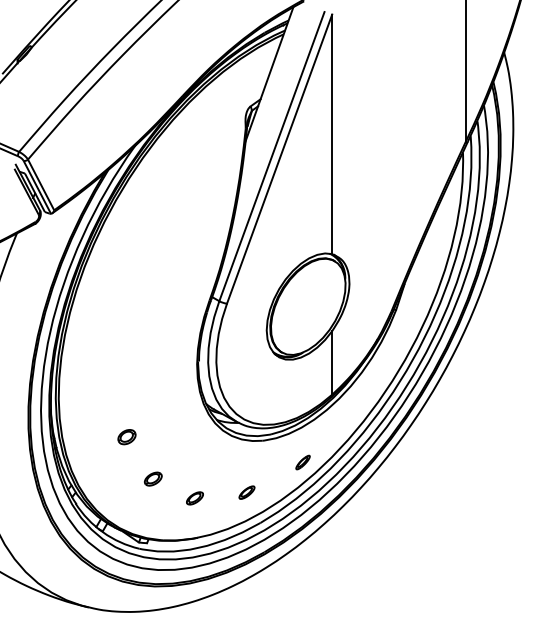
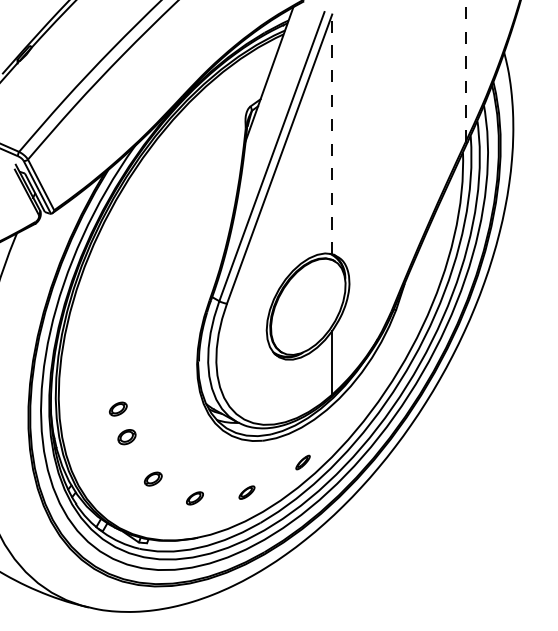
line at (465, 71): solid -> dashed
line at (332, 134): solid -> dashed
part at (118, 408): none -> present
